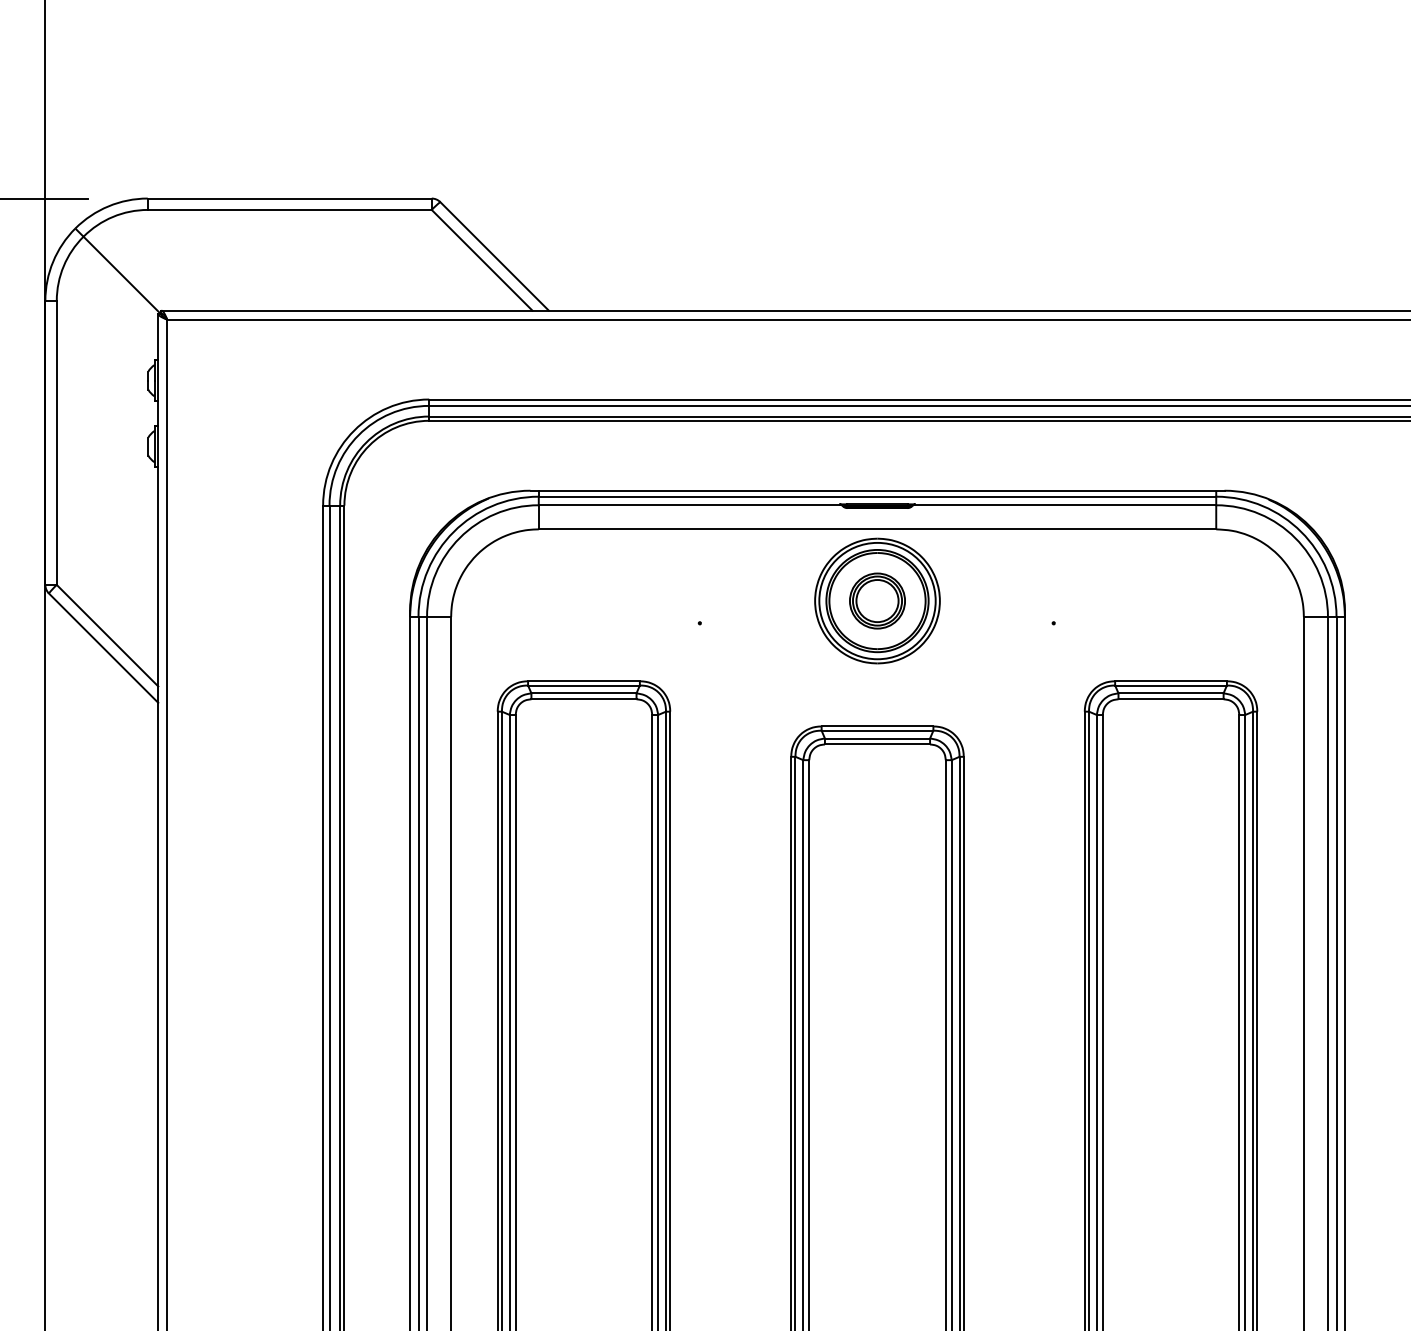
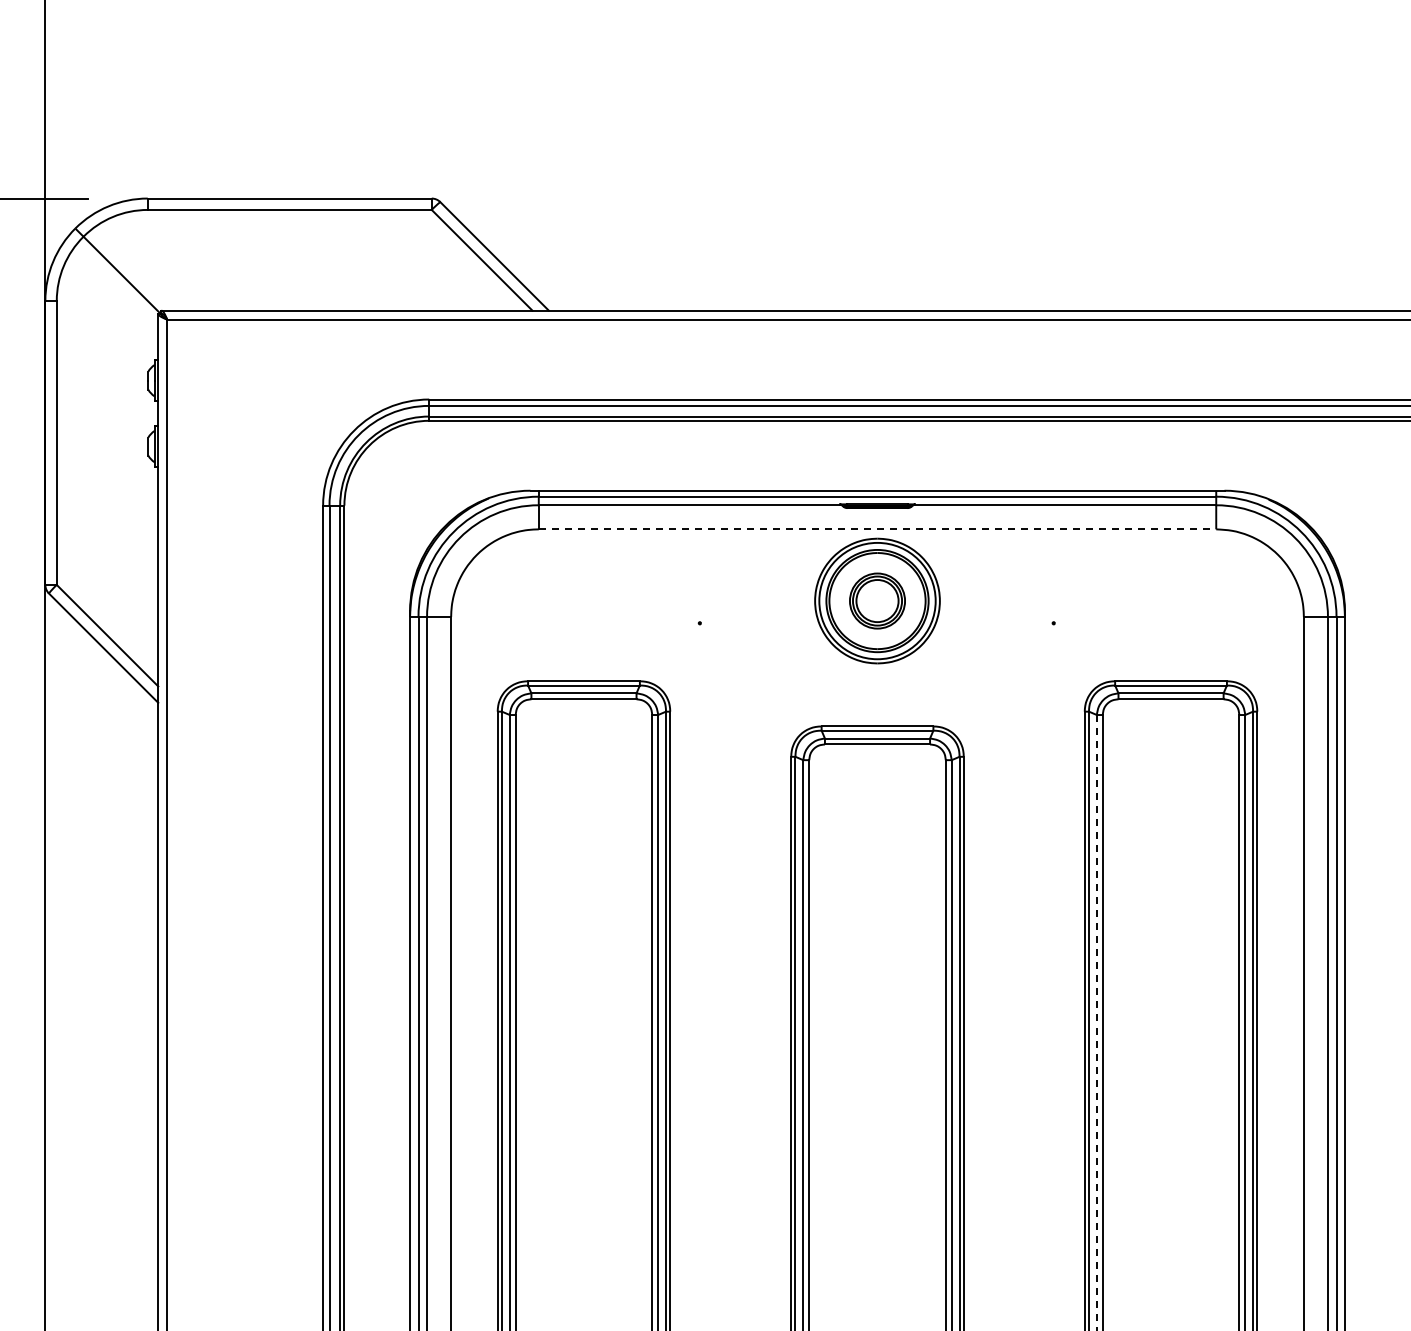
line at (877, 529): solid -> dashed
line at (1096, 1022): solid -> dashed
